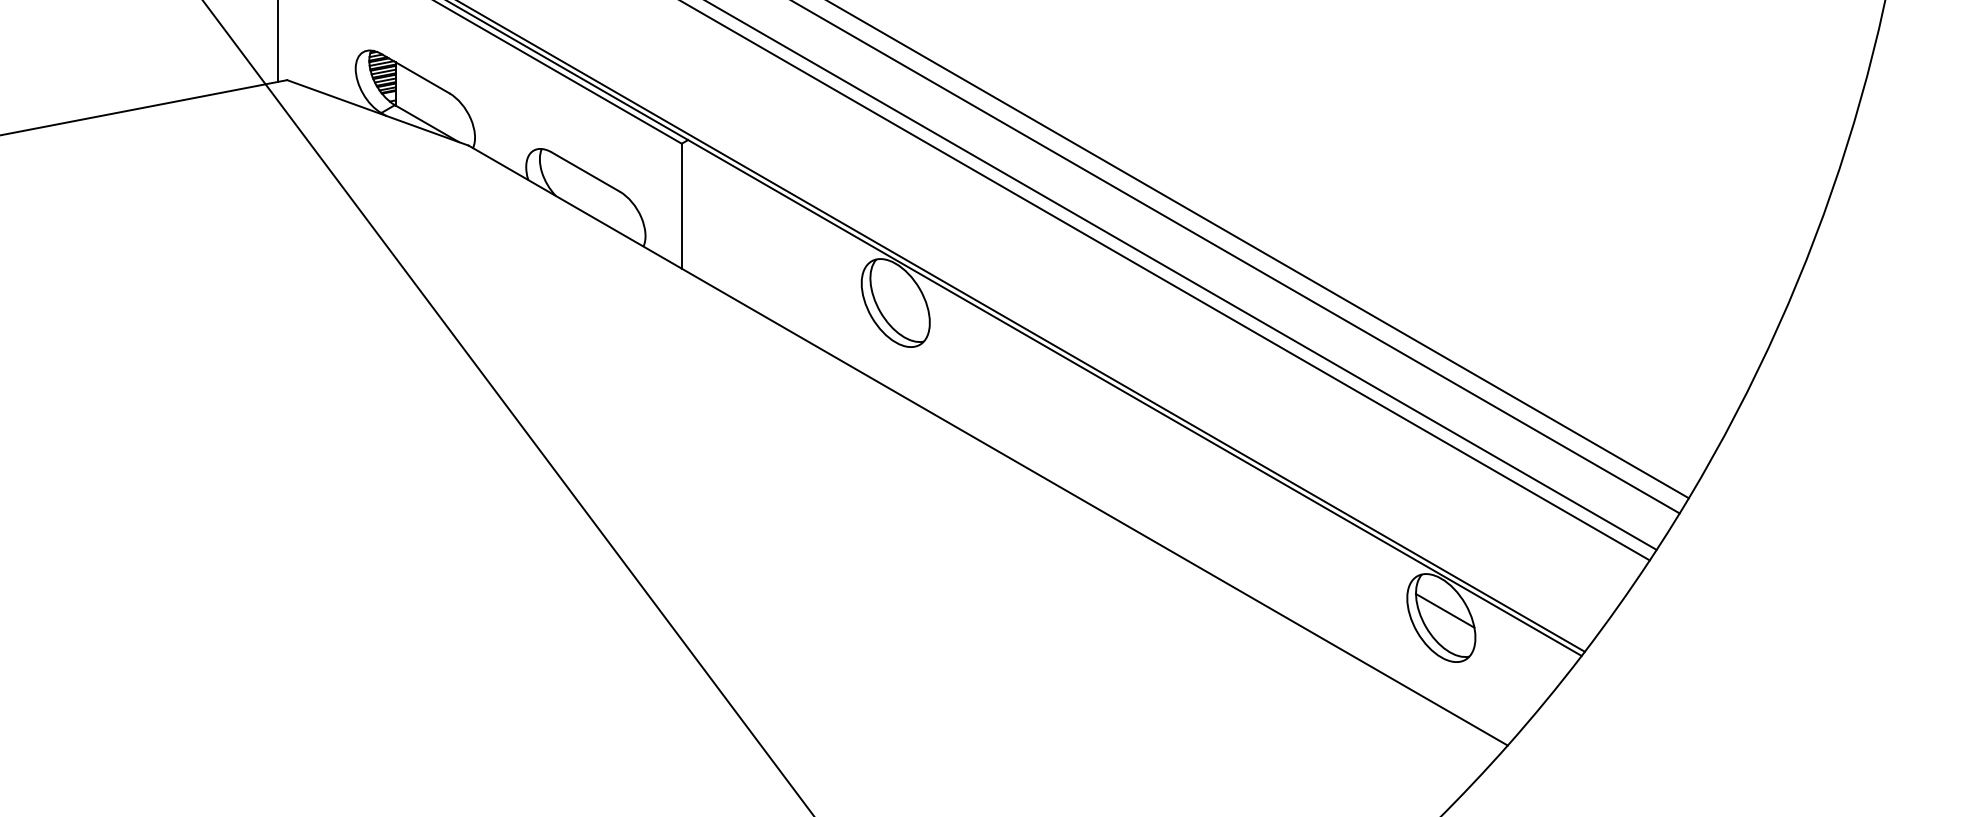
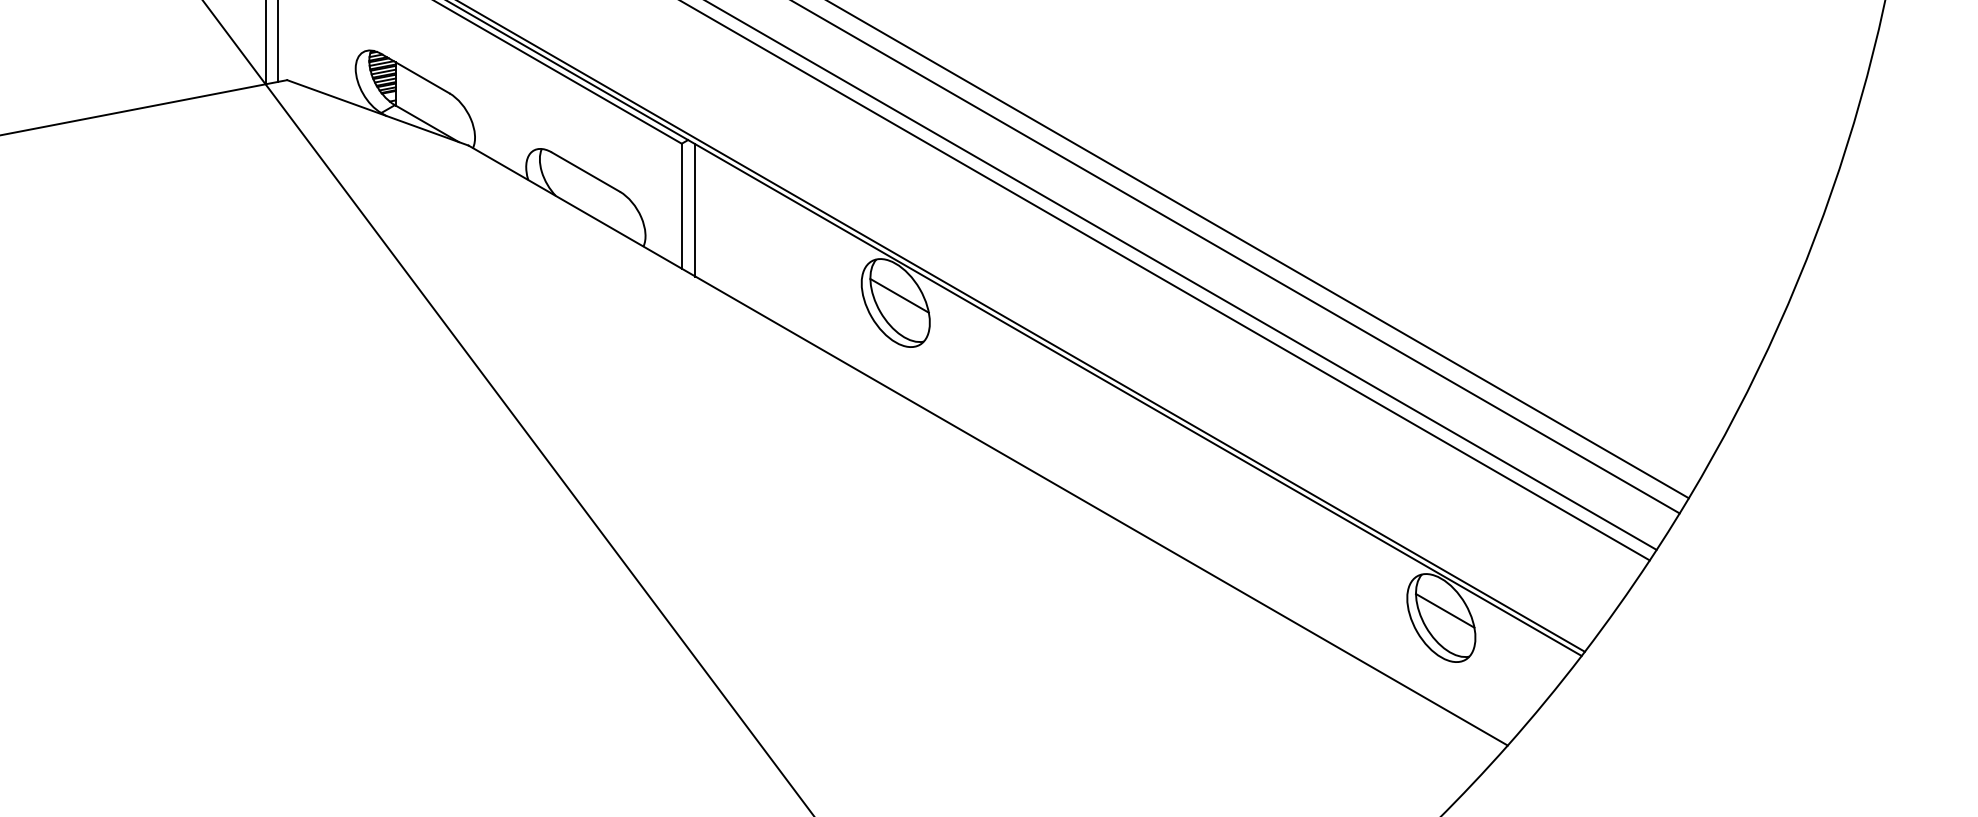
line at (265, 43): none -> present
line at (695, 210): none -> present
line at (899, 295): none -> present
